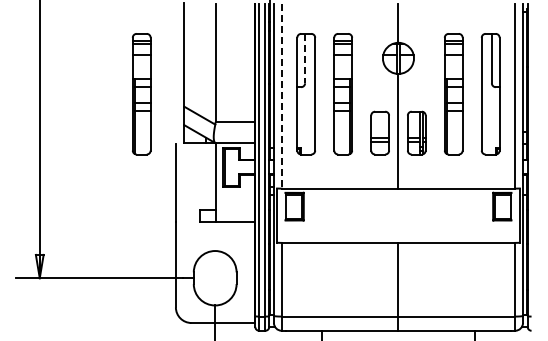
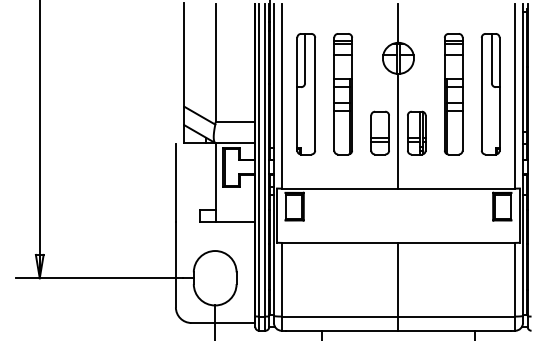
line at (305, 58): dashed -> solid
part at (141, 94): present -> none
line at (281, 96): dashed -> solid
